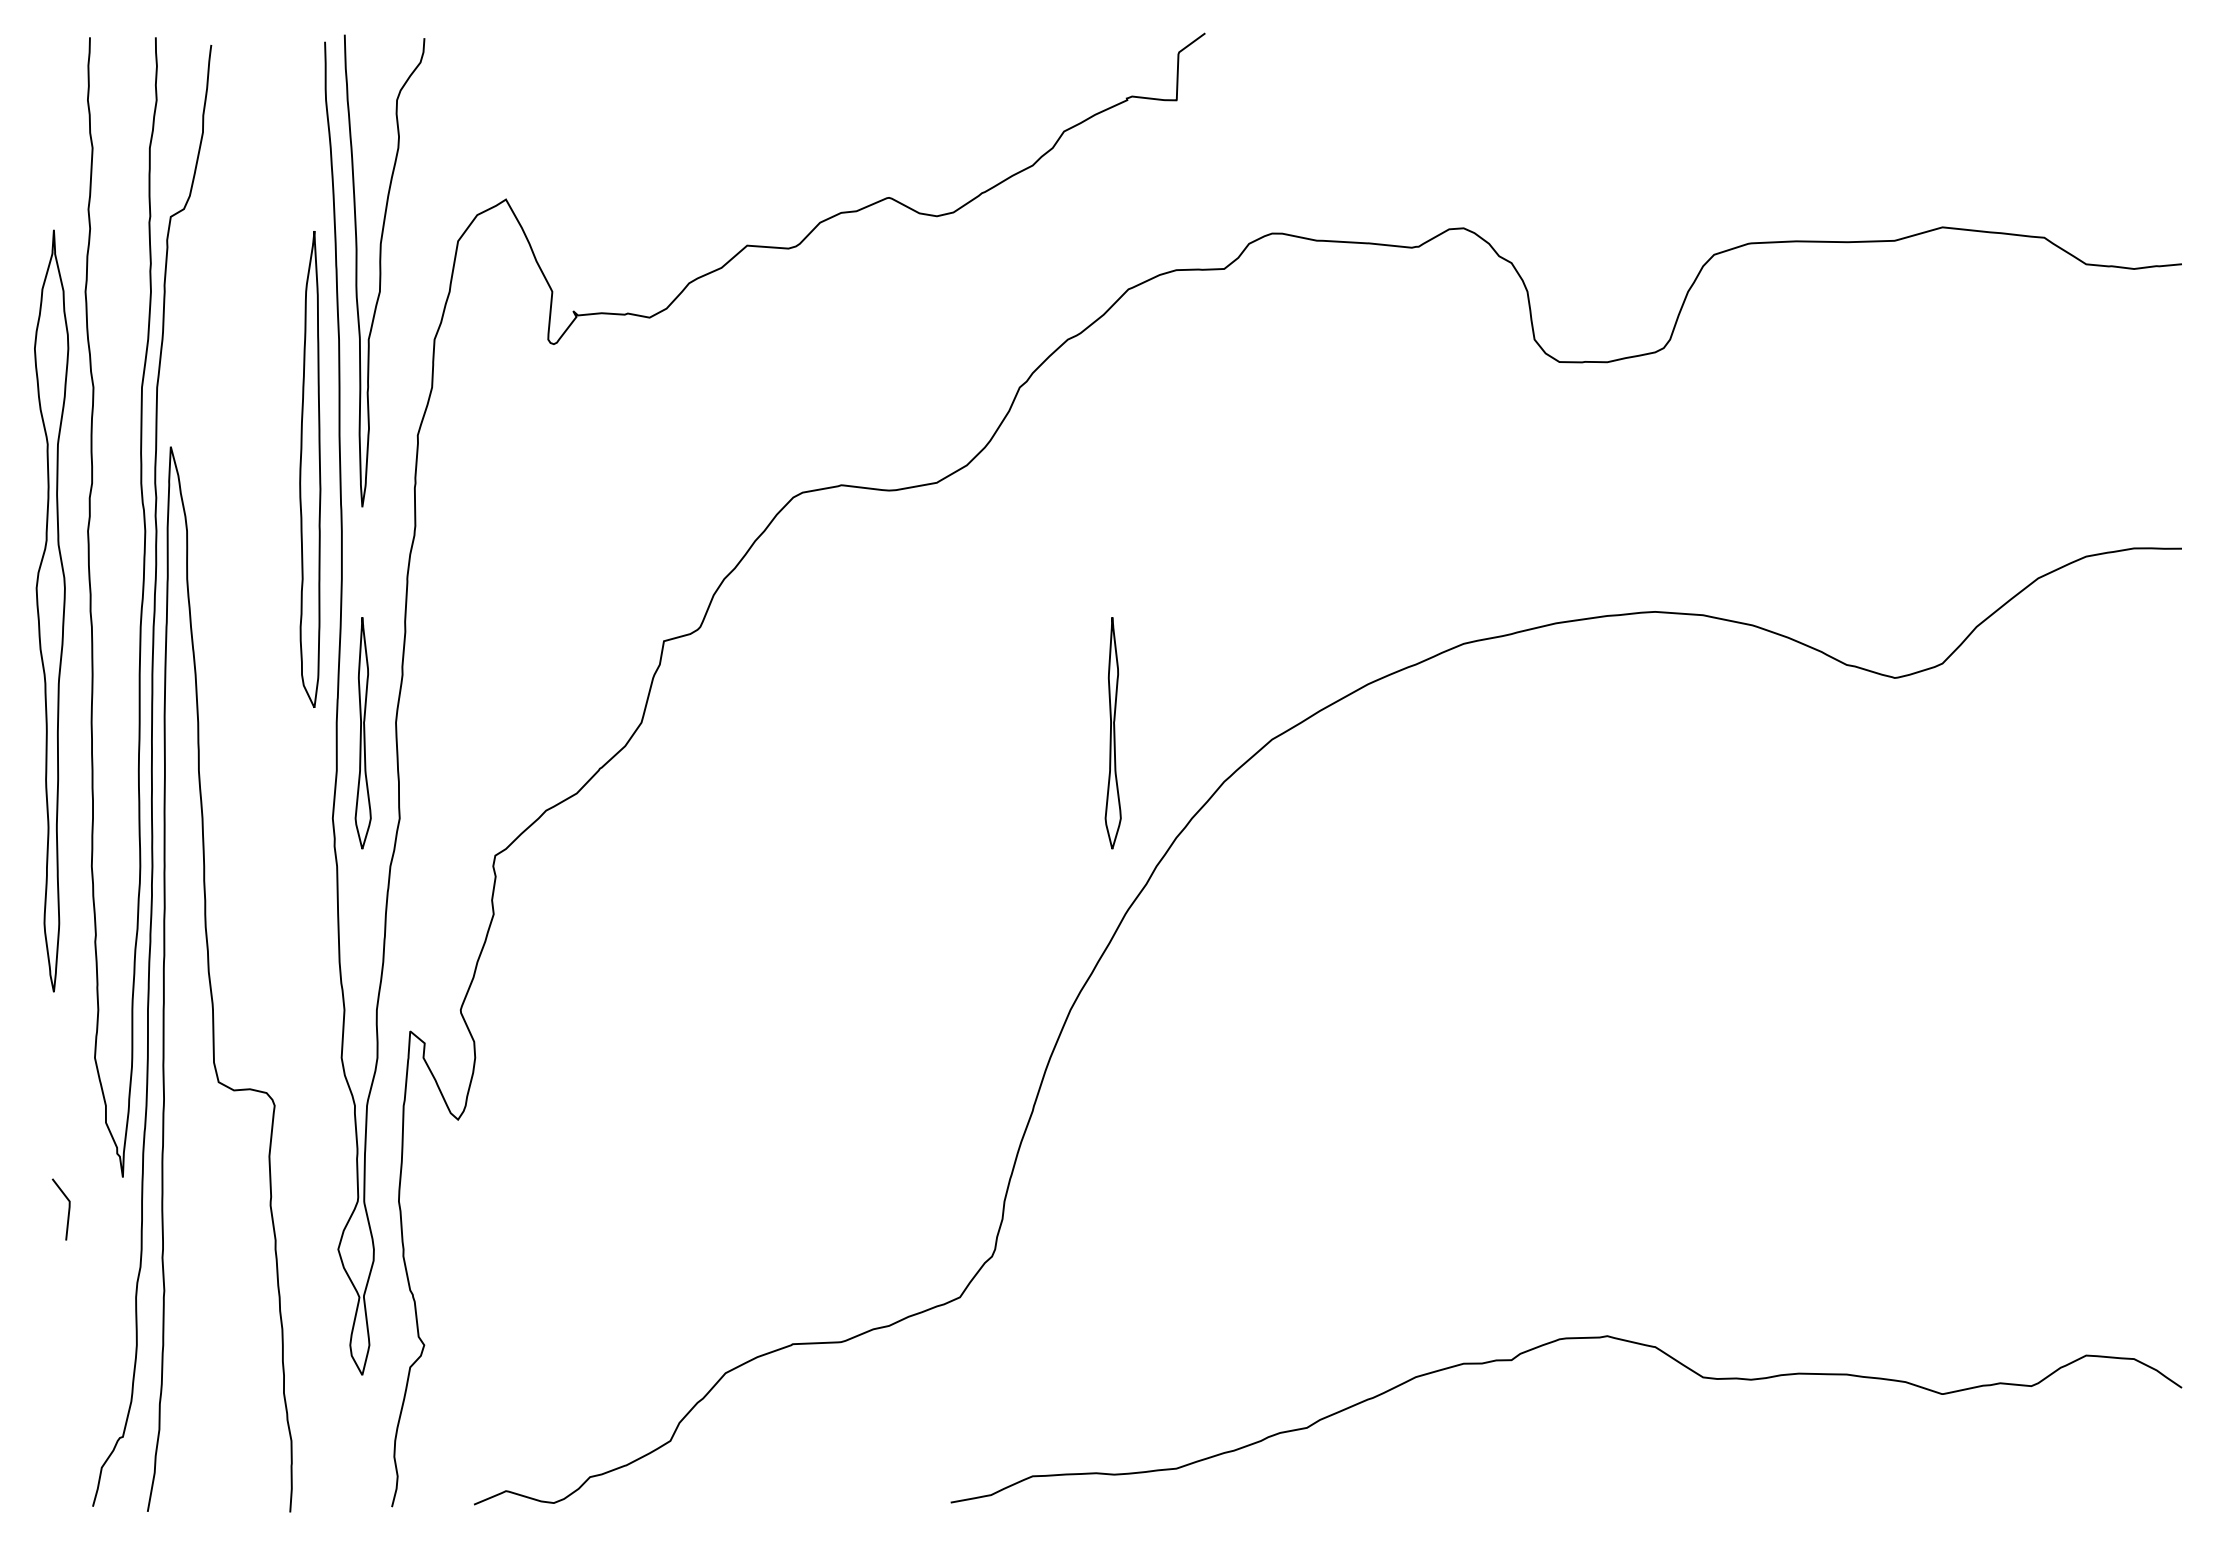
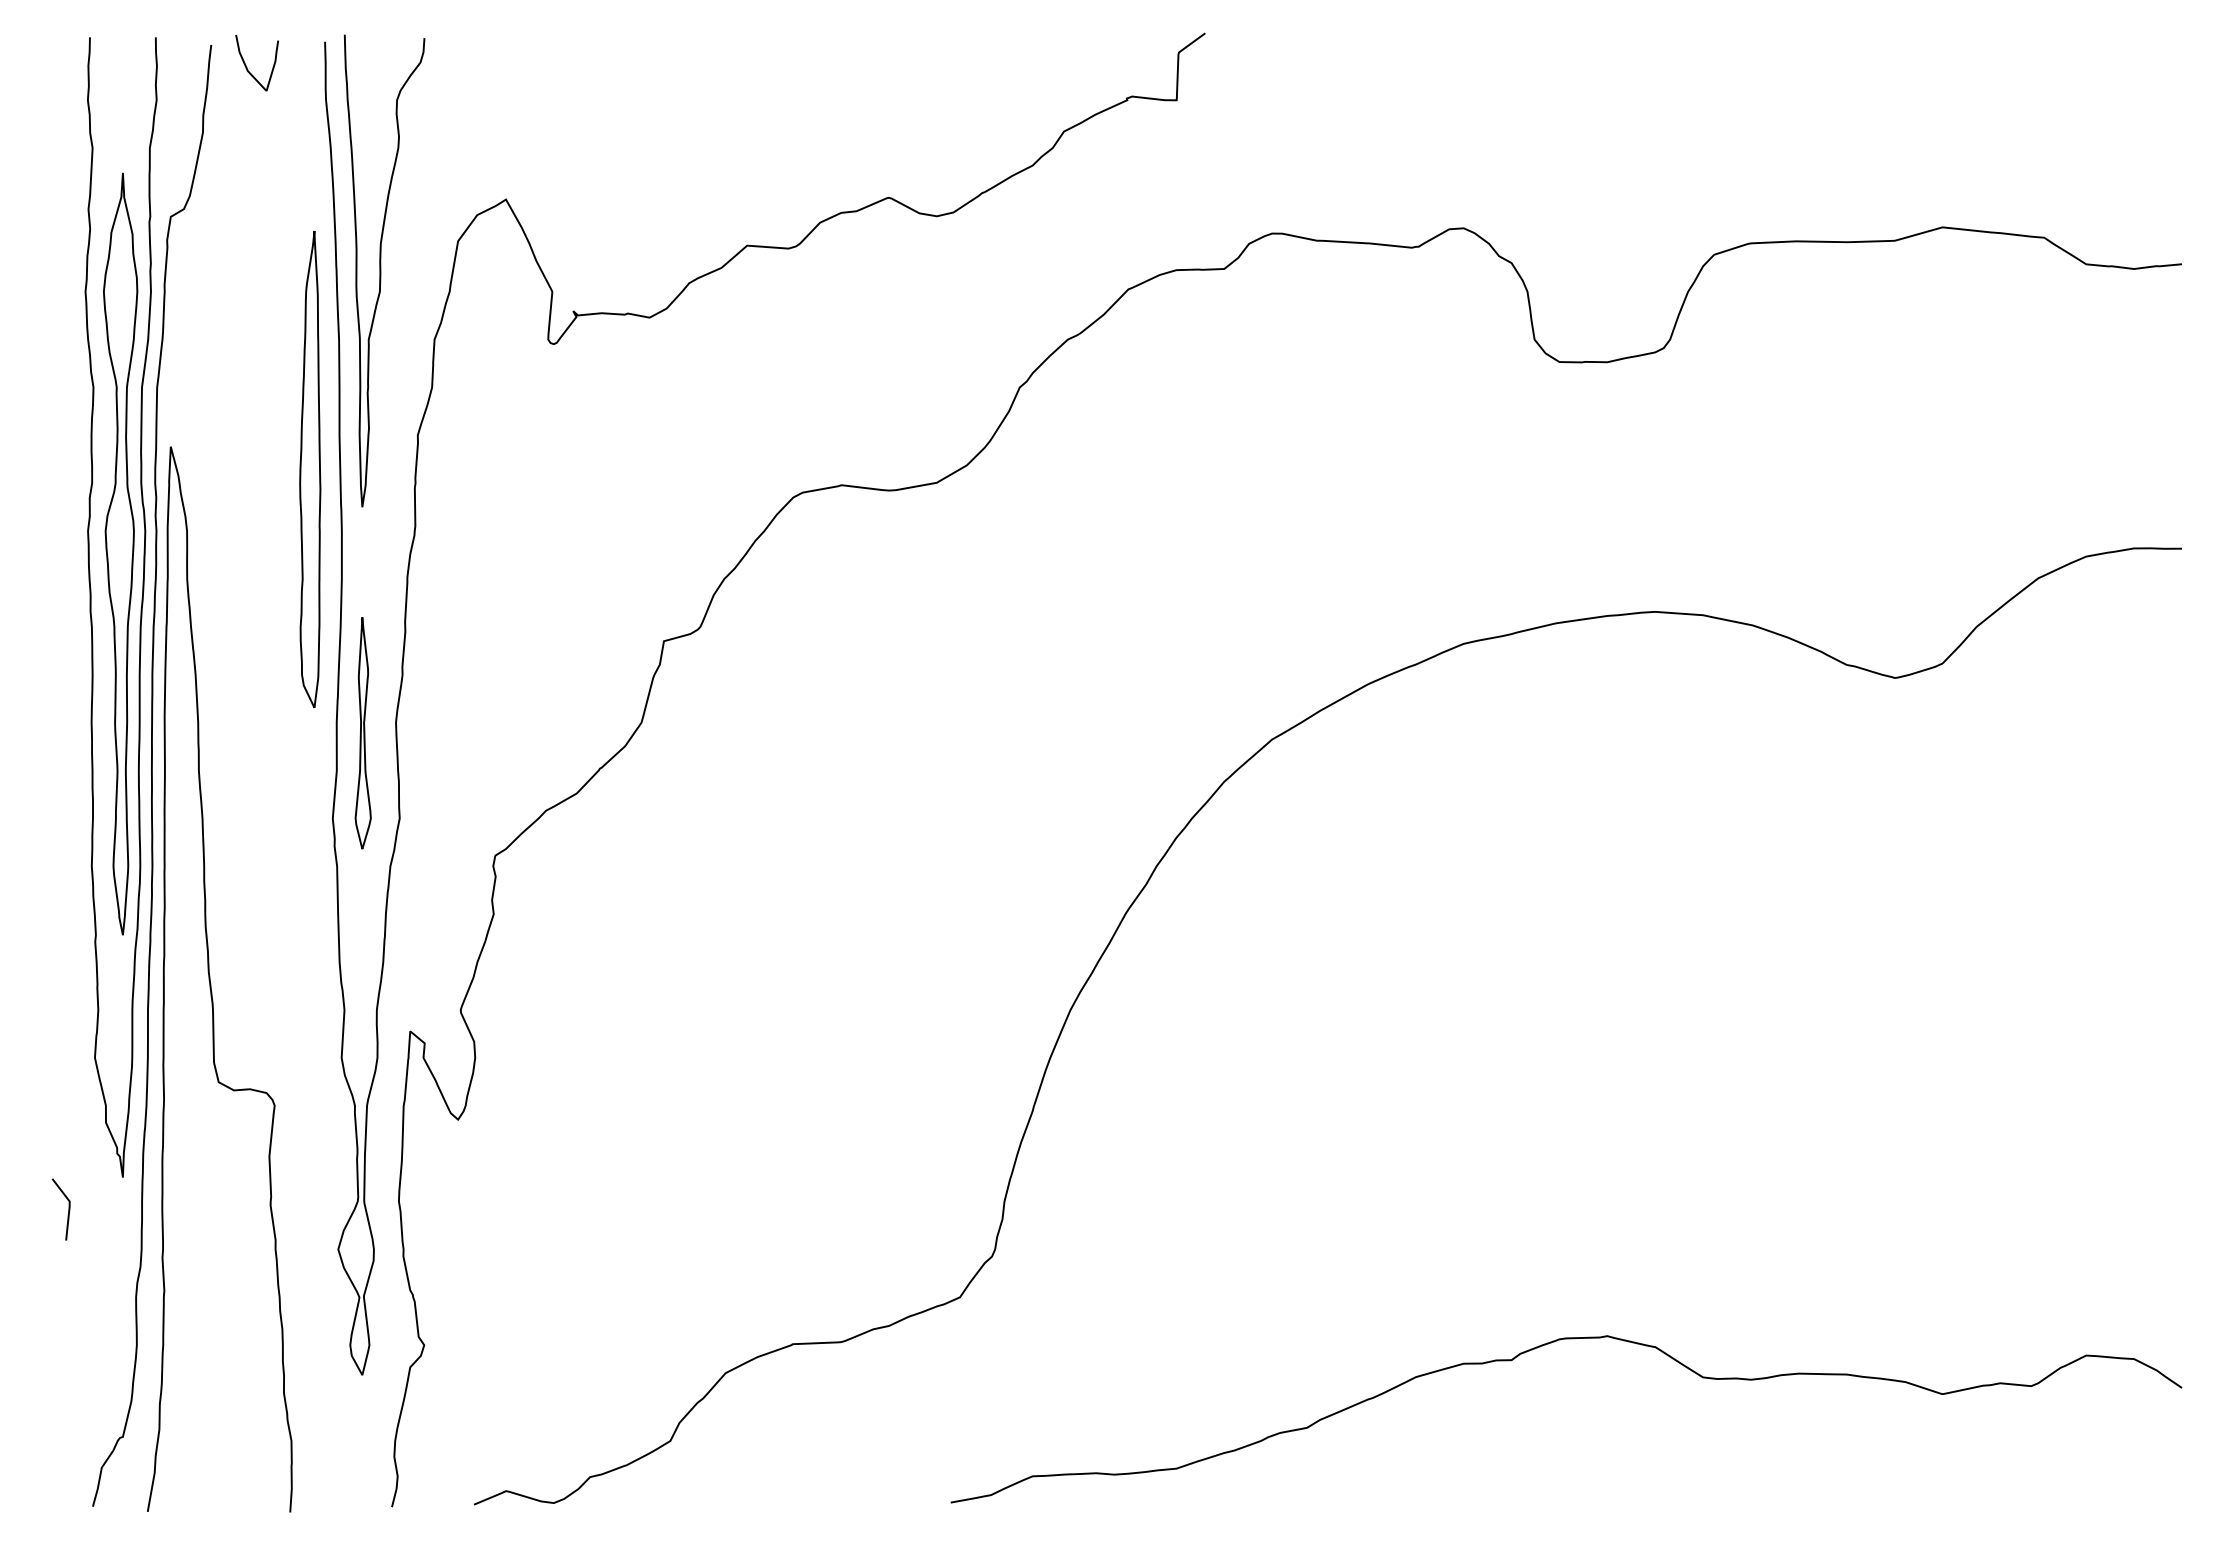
curve at (247, 67): none -> present
part at (51, 610) position: (51, 610) -> (120, 553)
part at (1112, 733): present -> none
